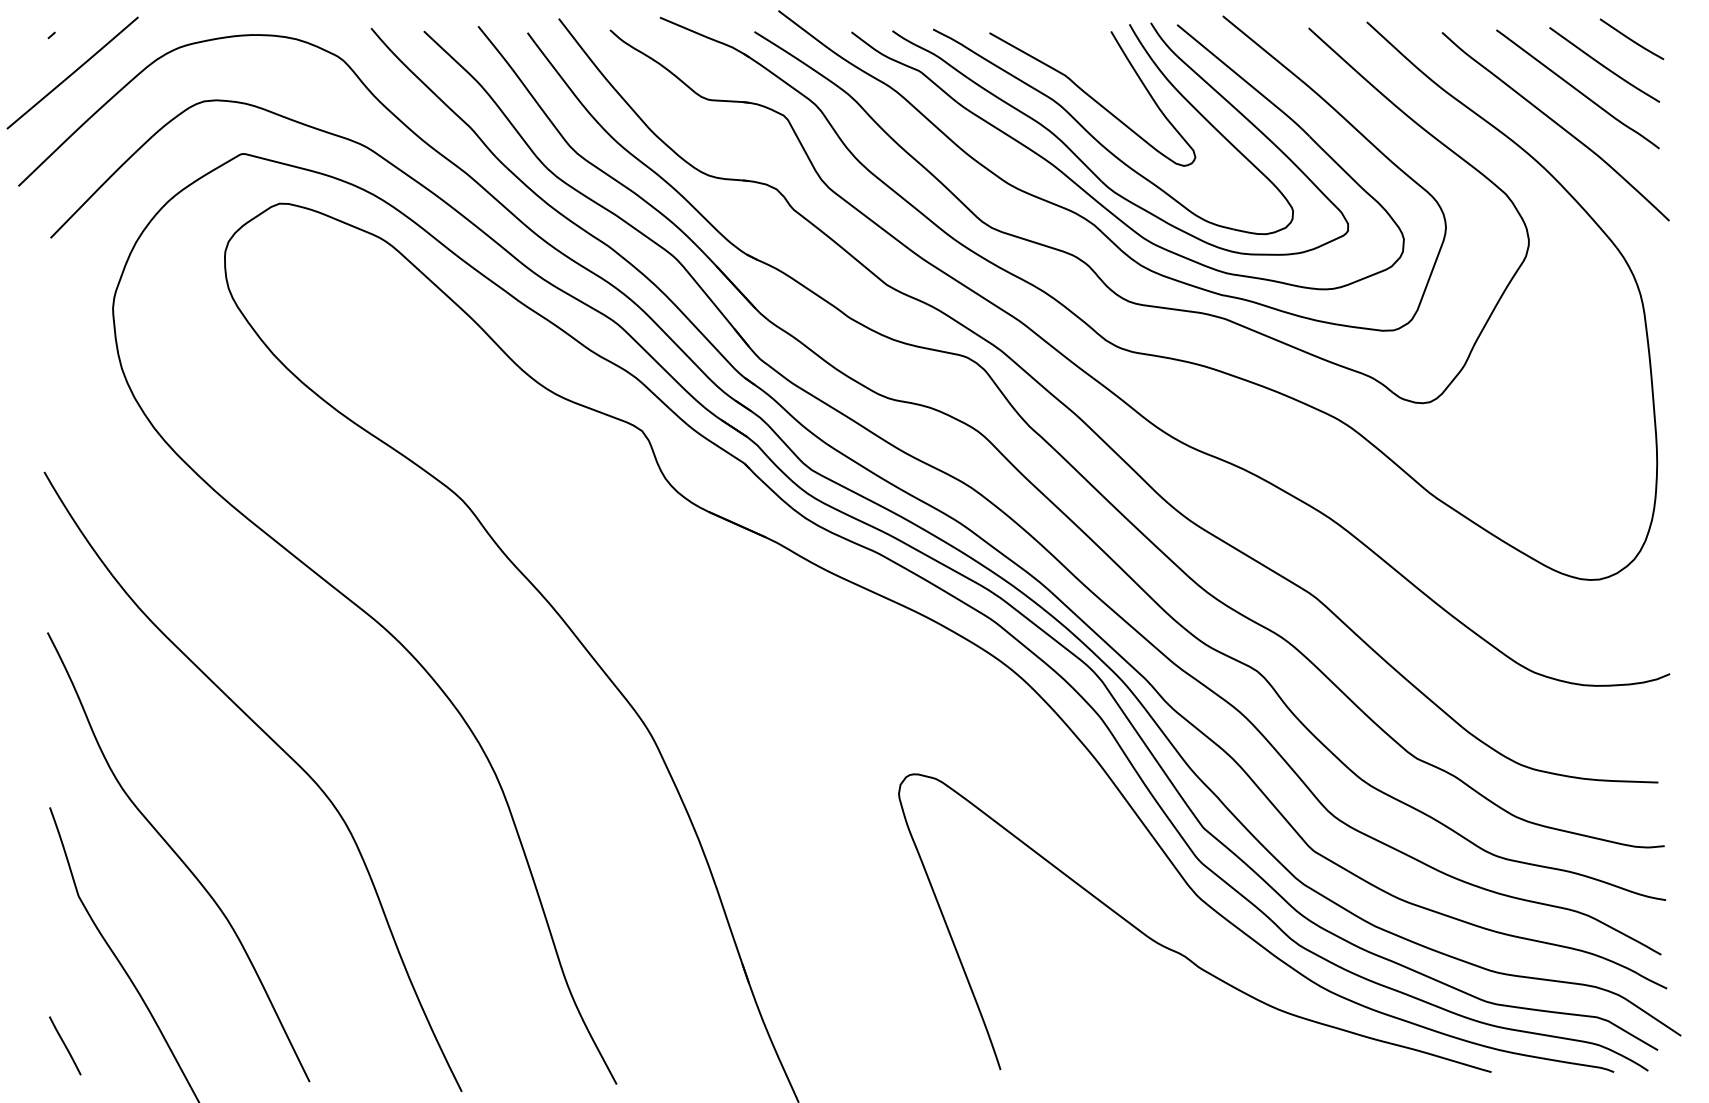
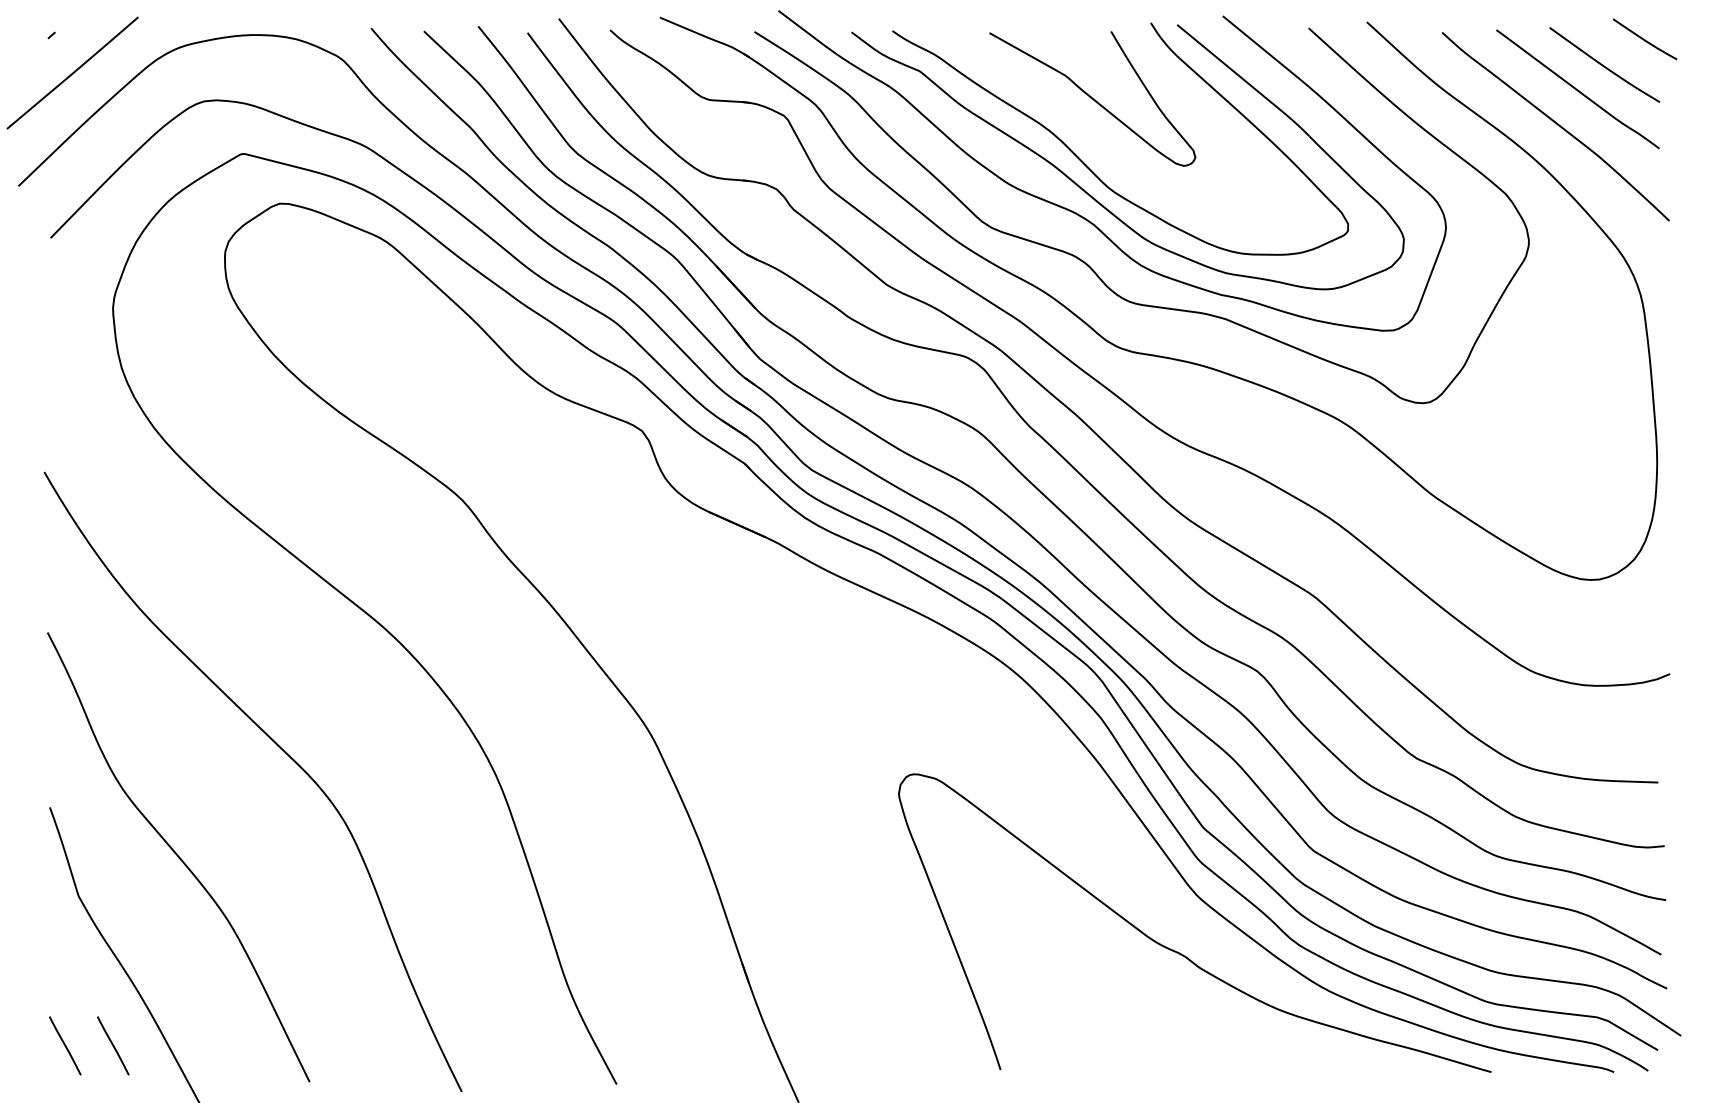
curve at (1631, 39) position: (1631, 39) -> (1644, 39)
part at (1100, 142): present -> none
line at (113, 1045): none -> present
